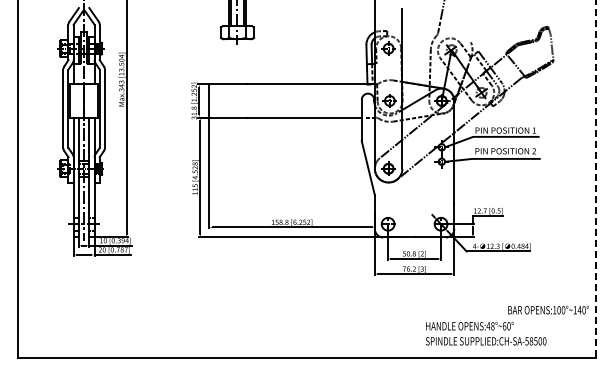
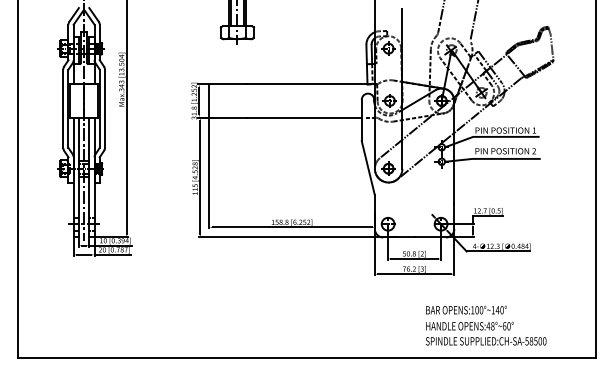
line at (473, 20): none -> present
line at (595, 179): dashed -> solid
text at (548, 309) position: (548, 309) -> (466, 309)
